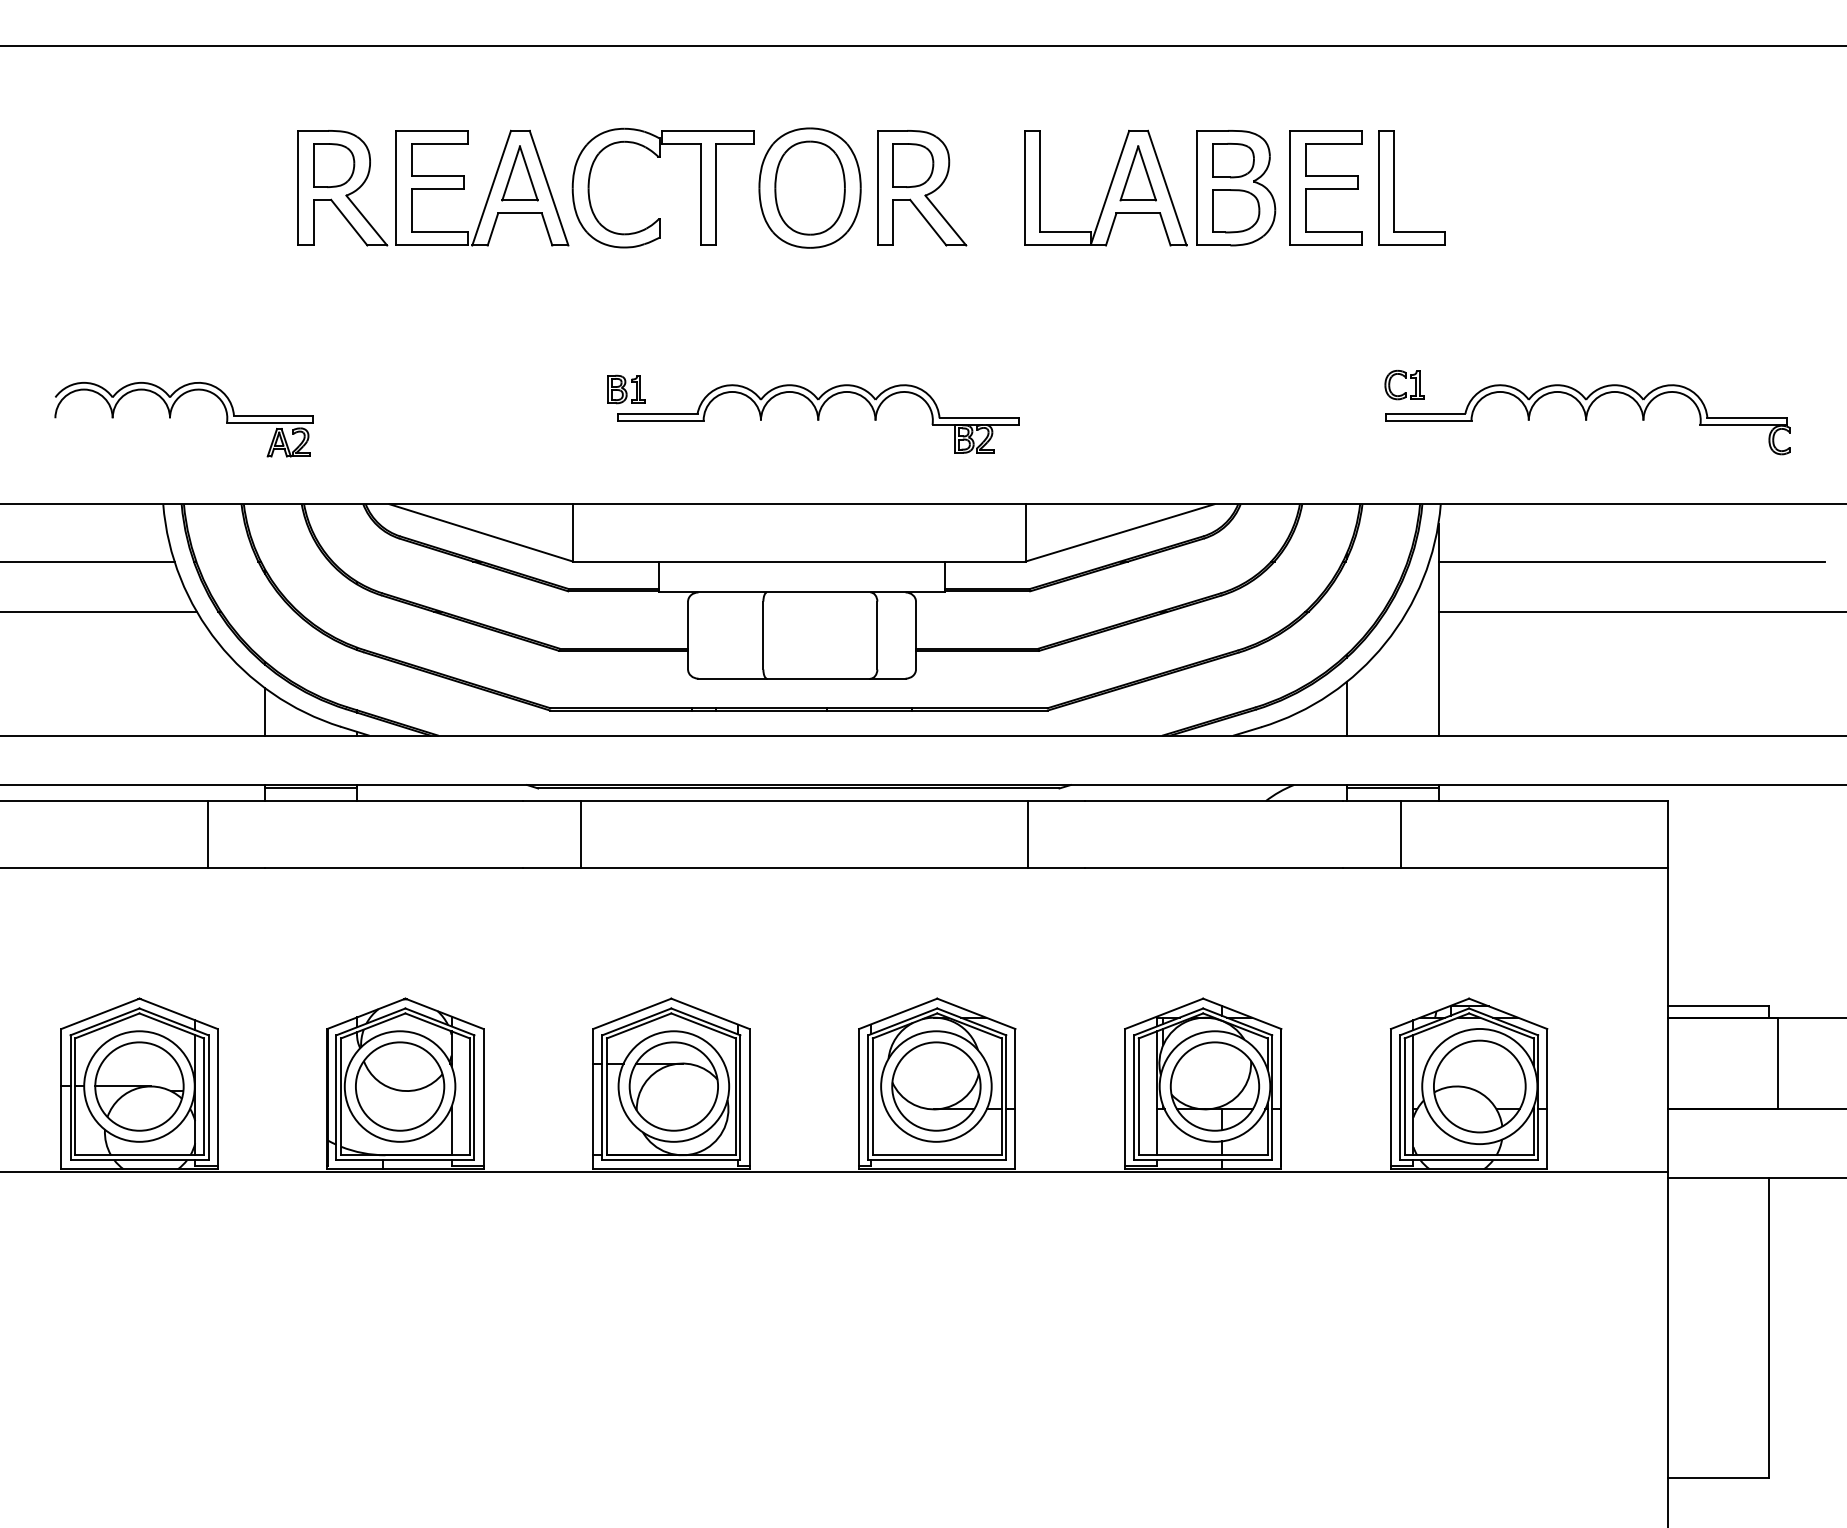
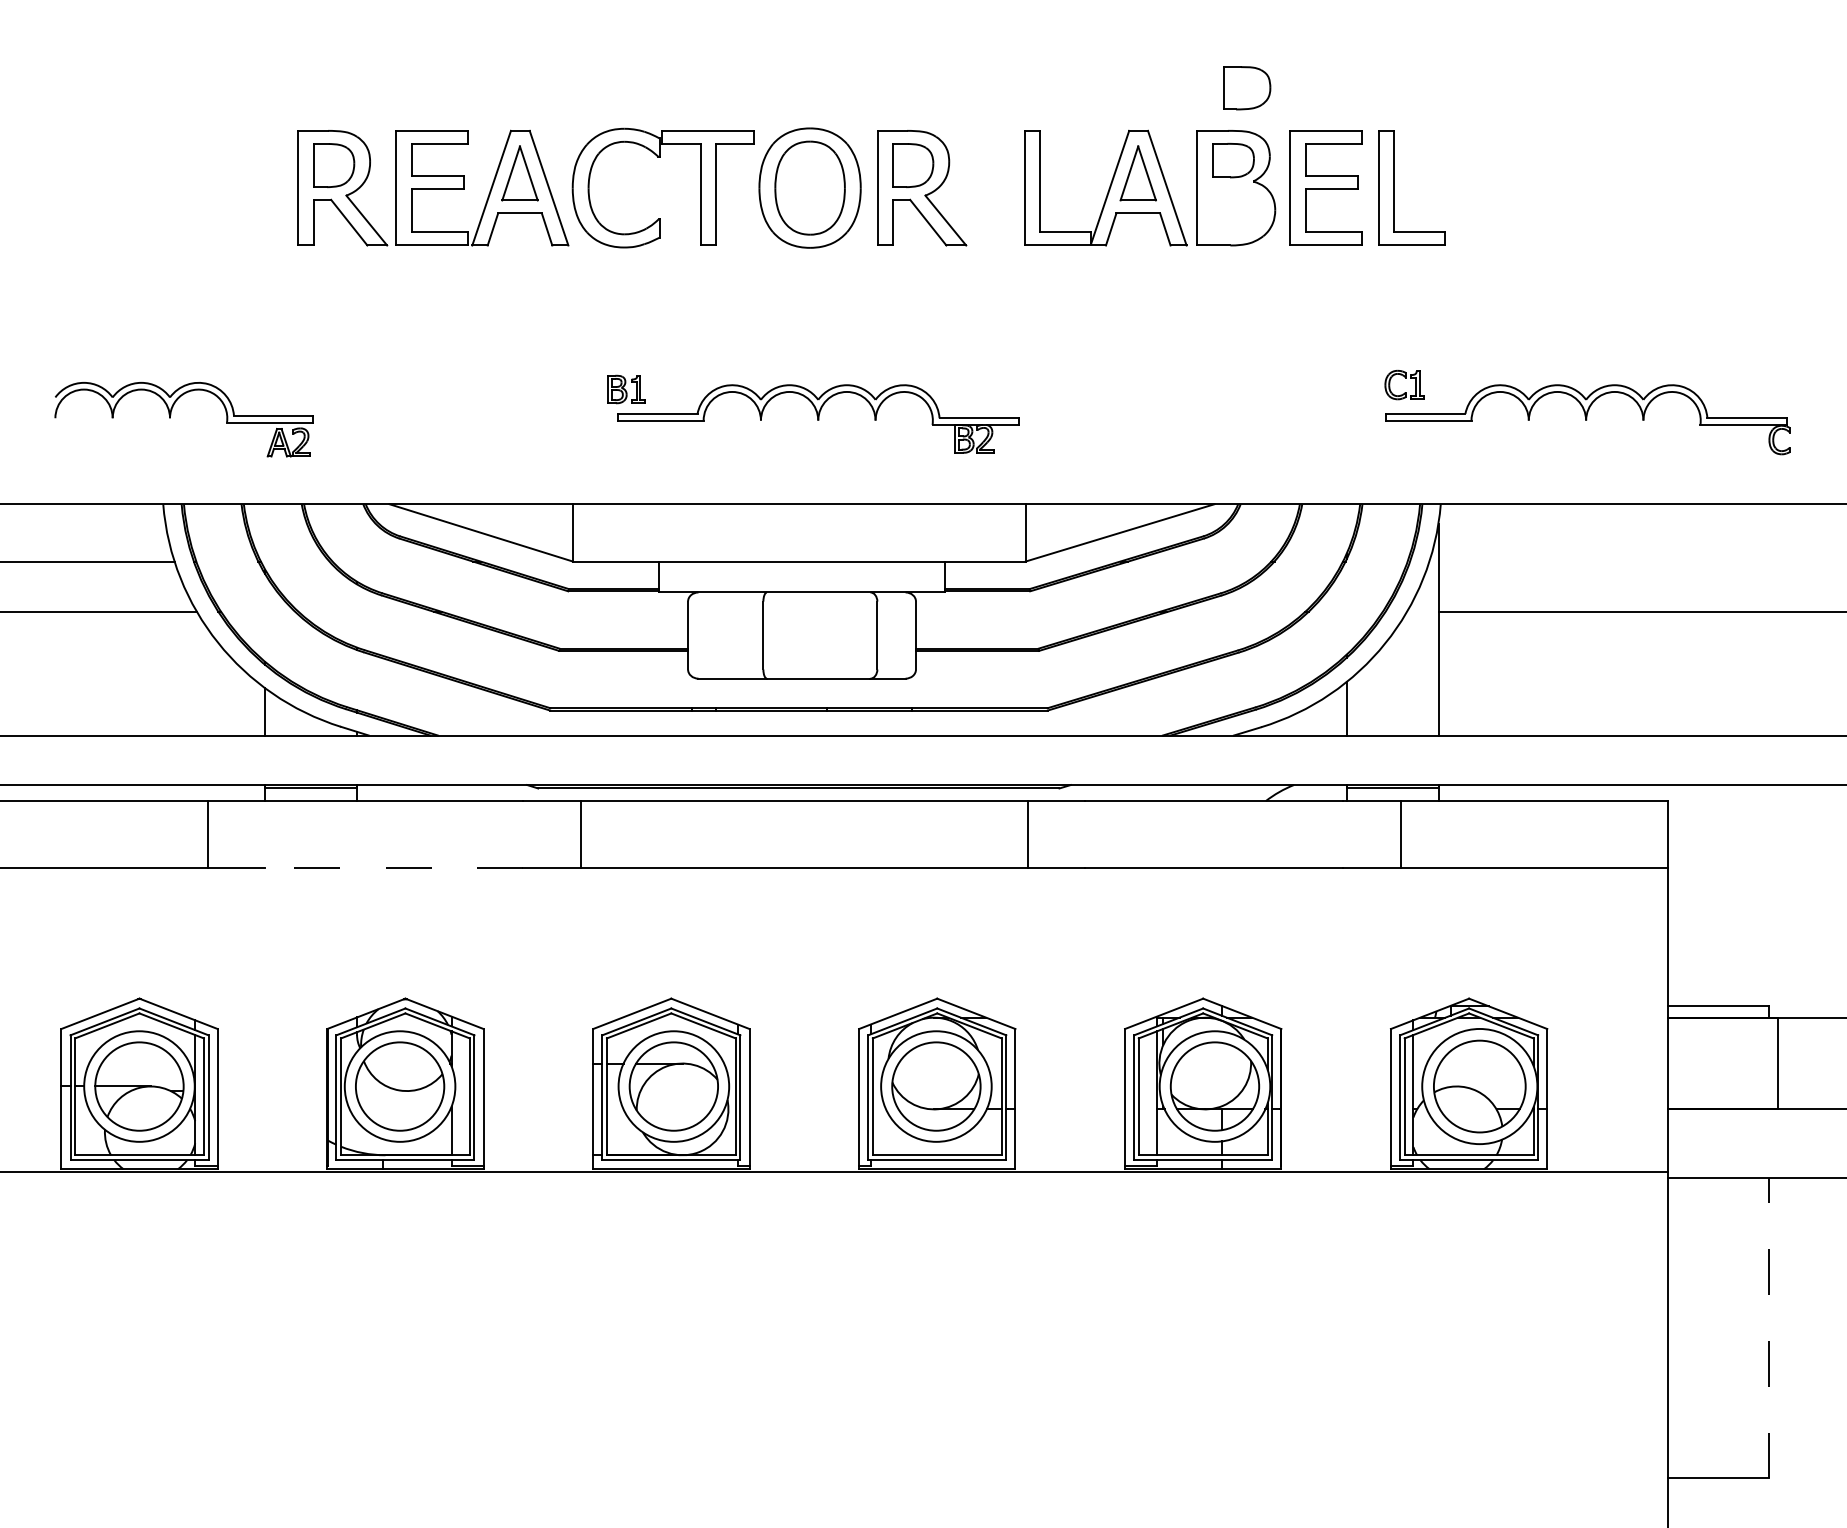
line at (922, 45): present -> none
part at (1236, 211) position: (1236, 211) -> (1247, 88)
line at (1631, 561): present -> none
line at (393, 867): solid -> dashed
line at (1769, 1327): solid -> dashed
